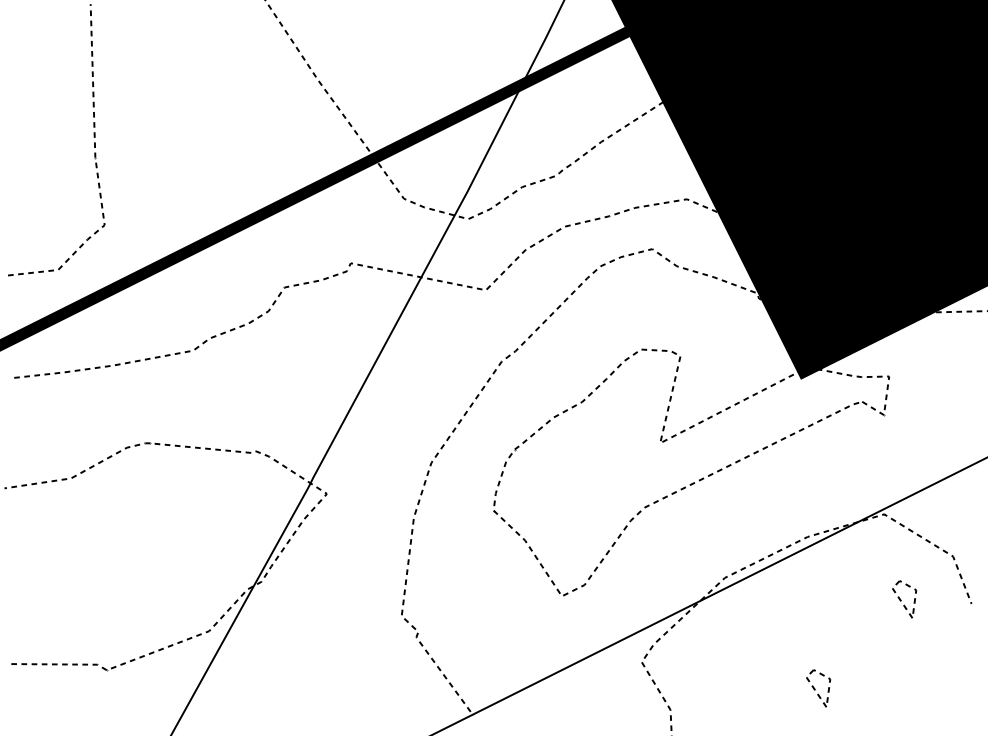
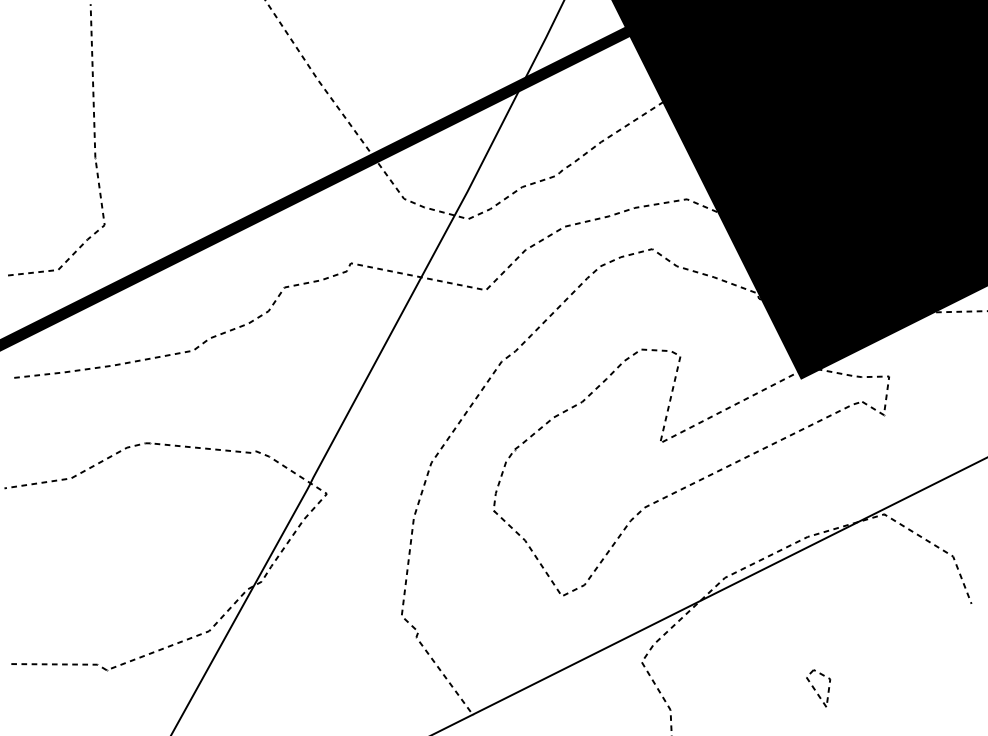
part at (904, 599): present -> none
